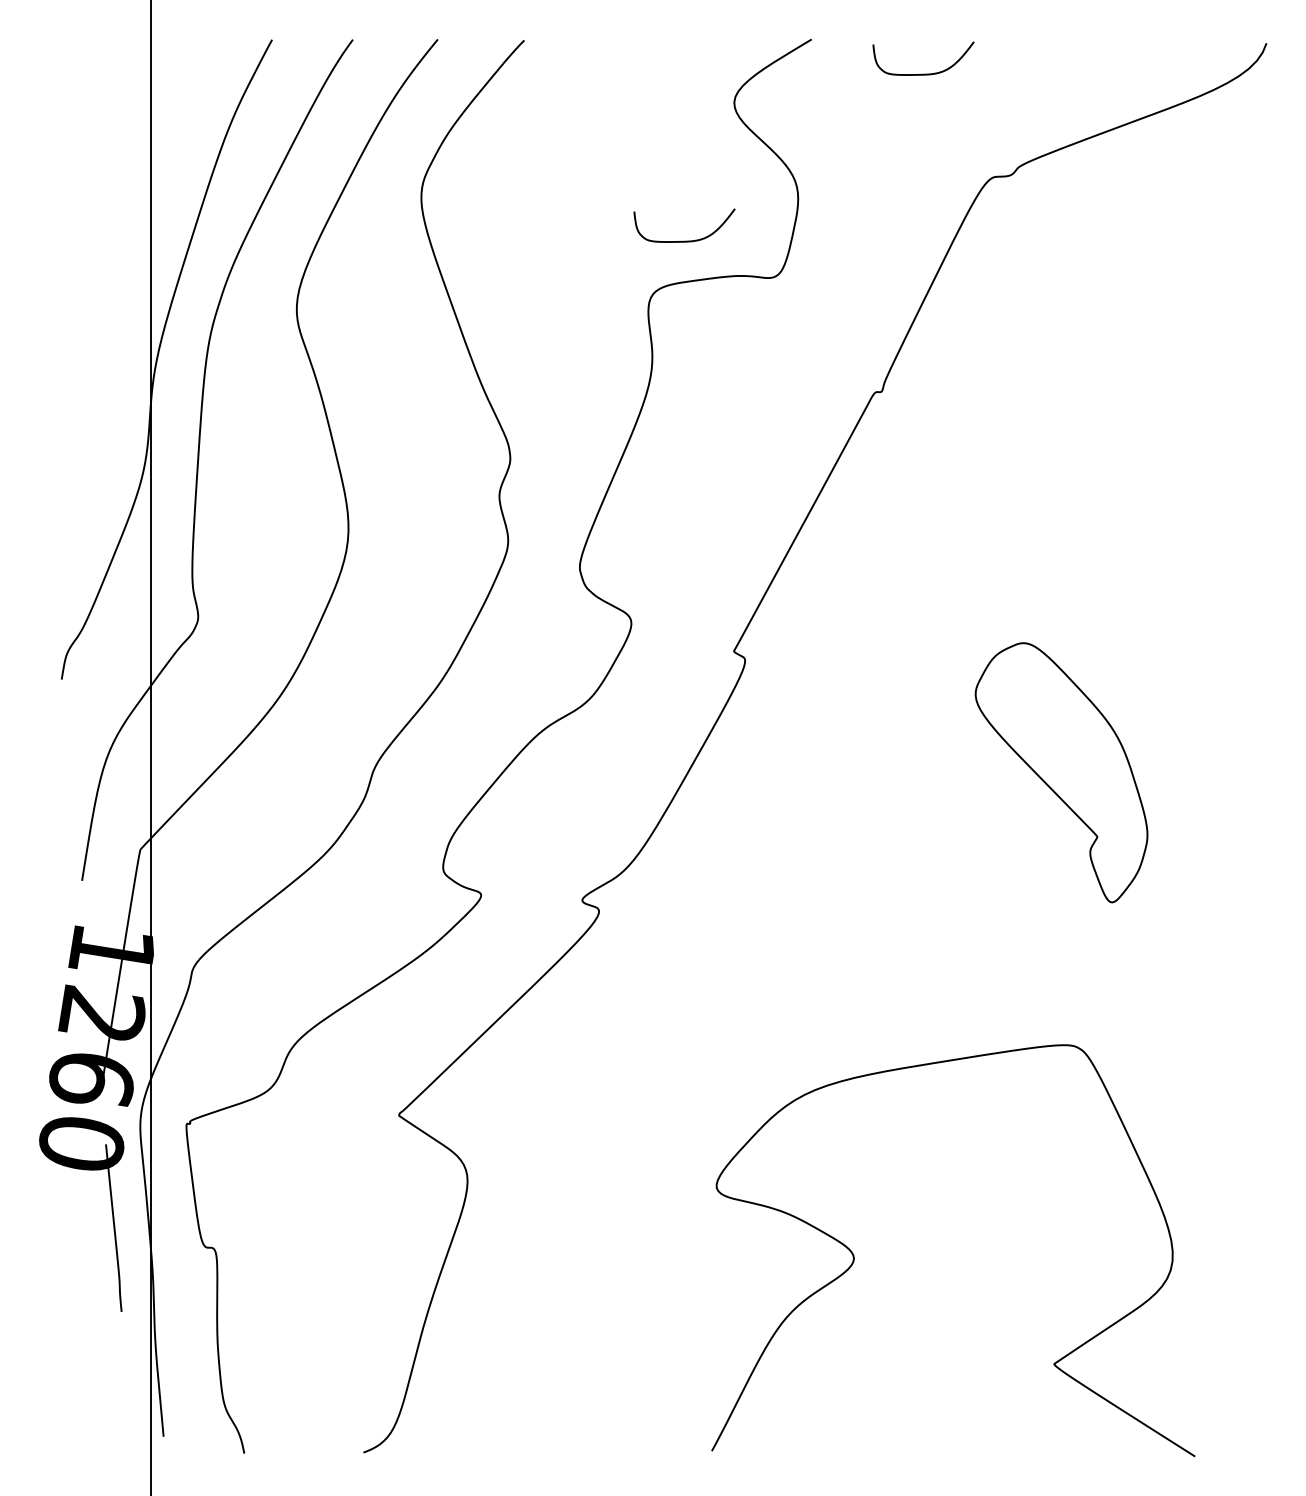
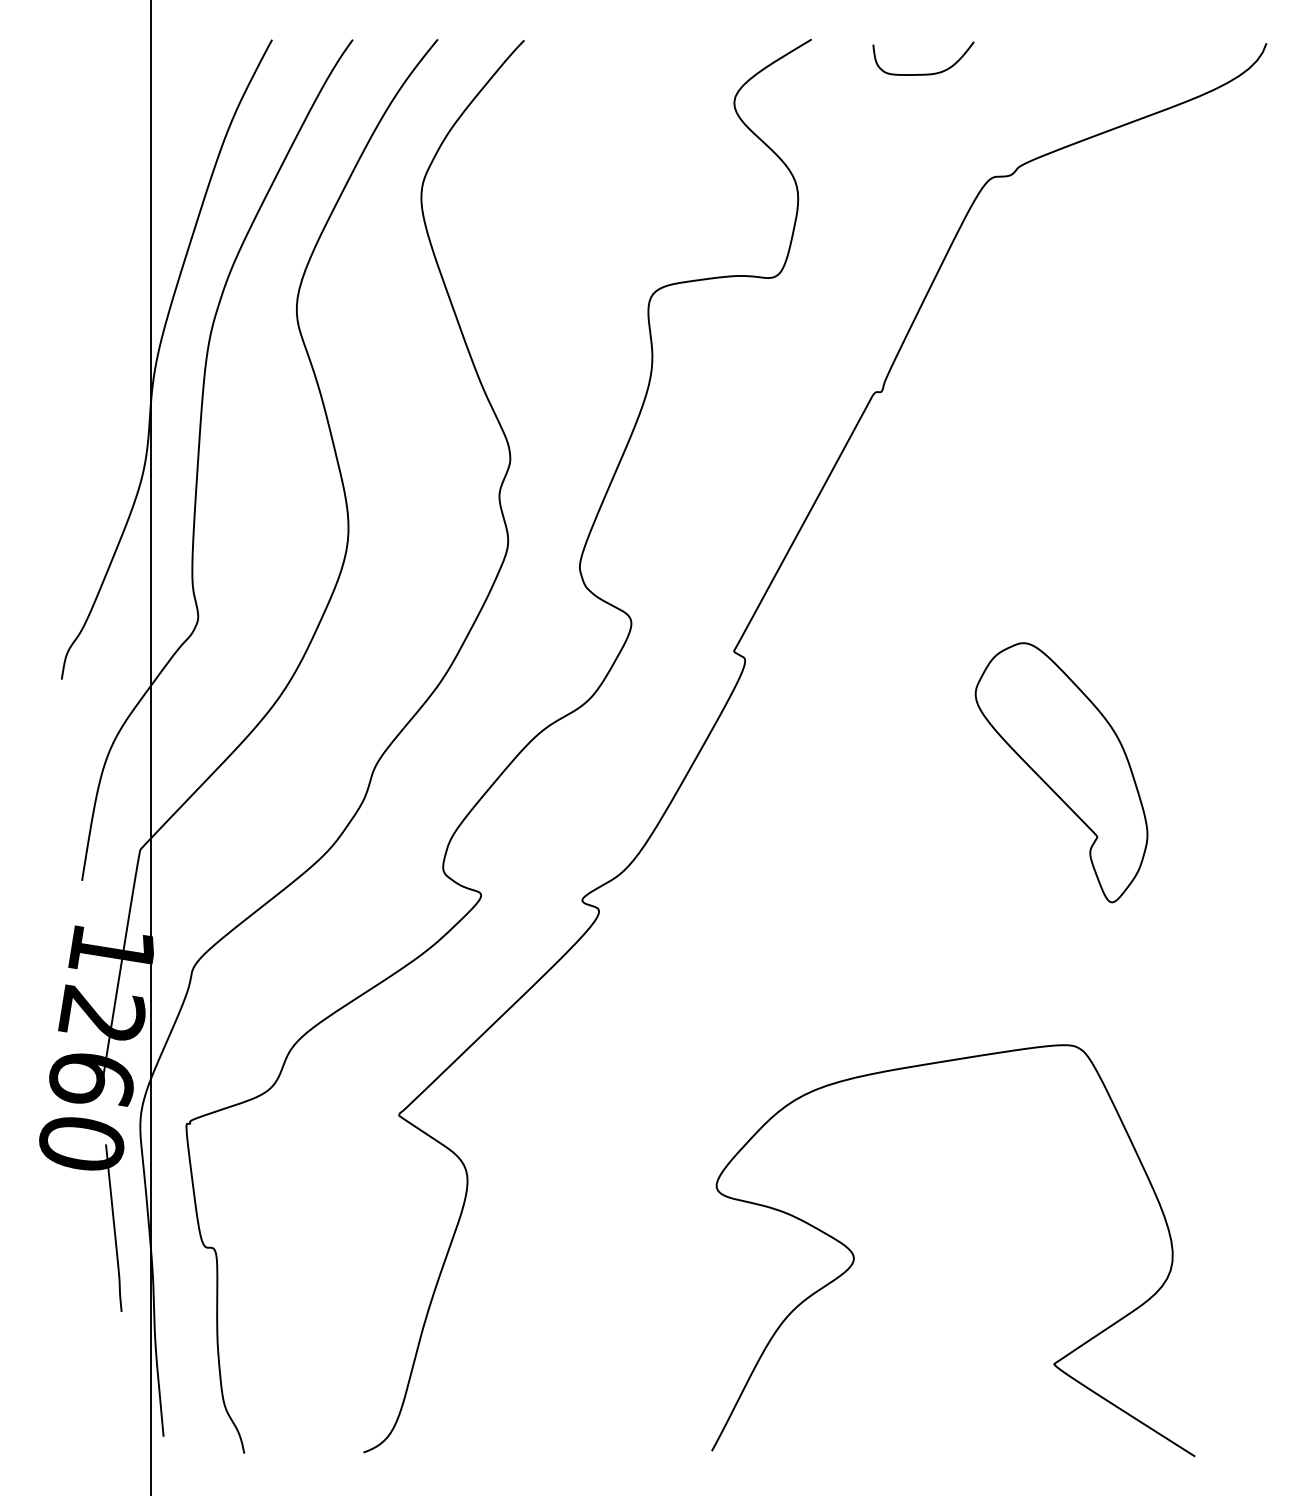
curve at (684, 240): present -> none
